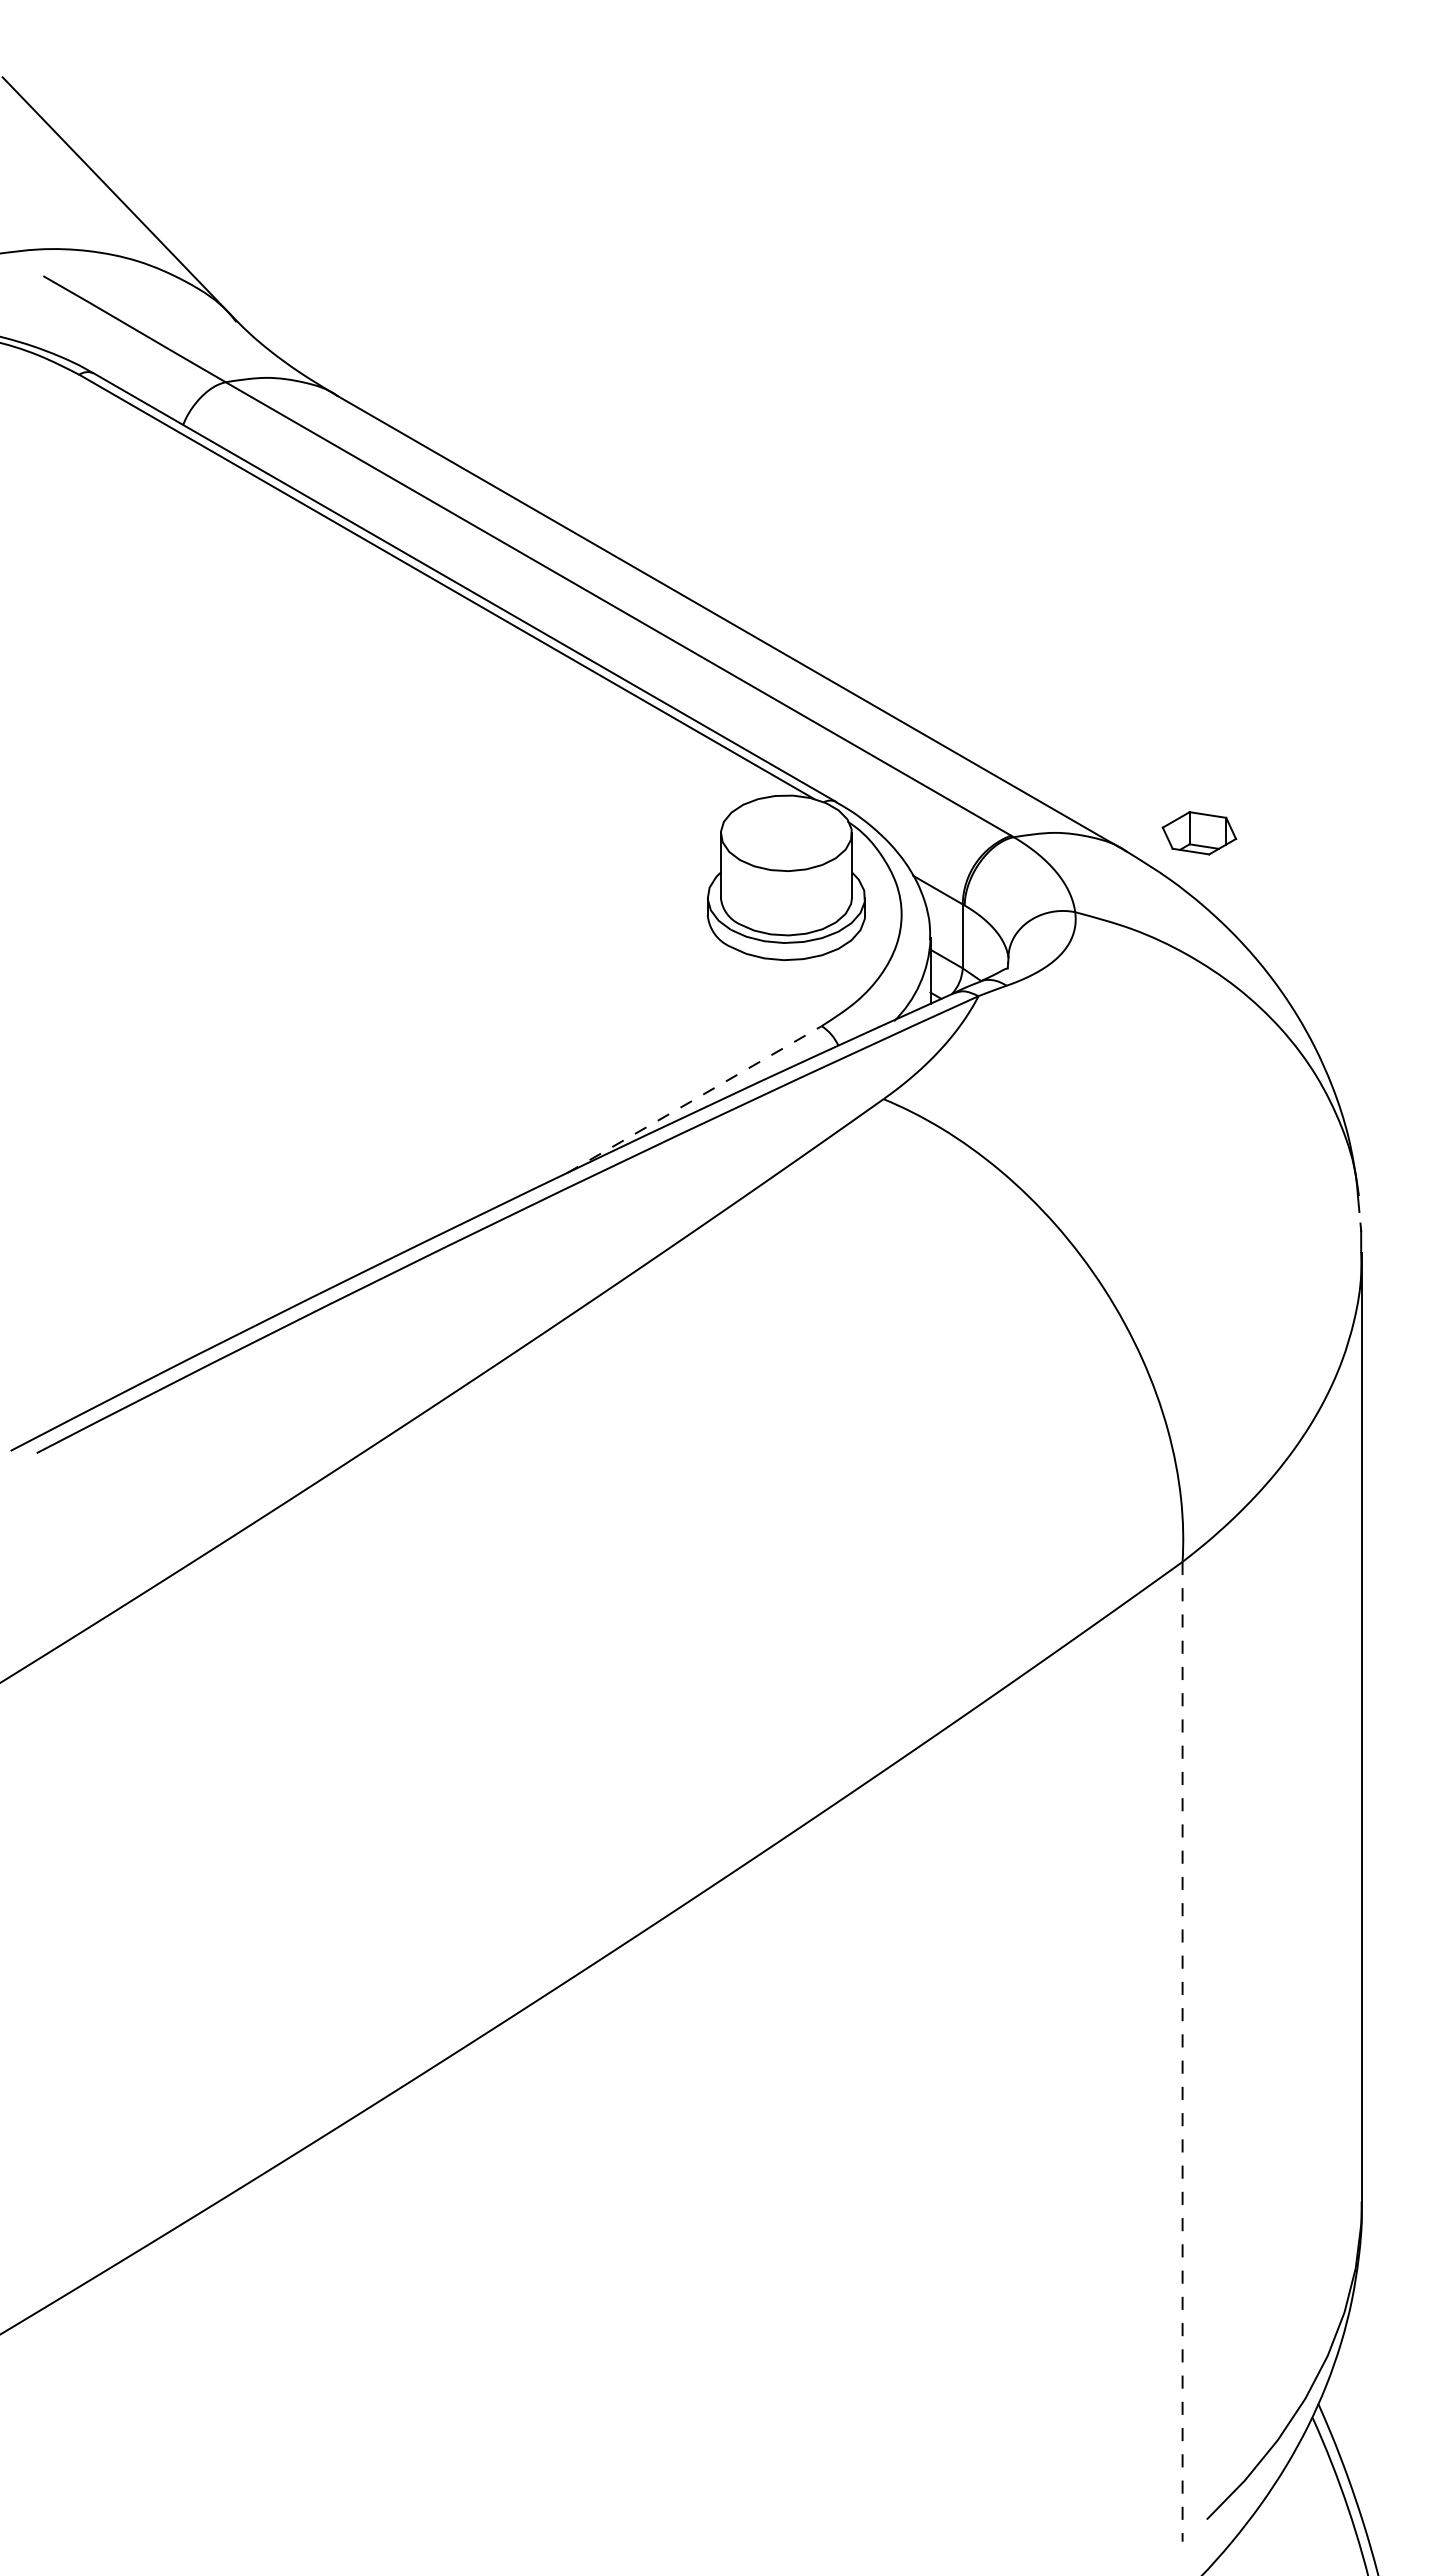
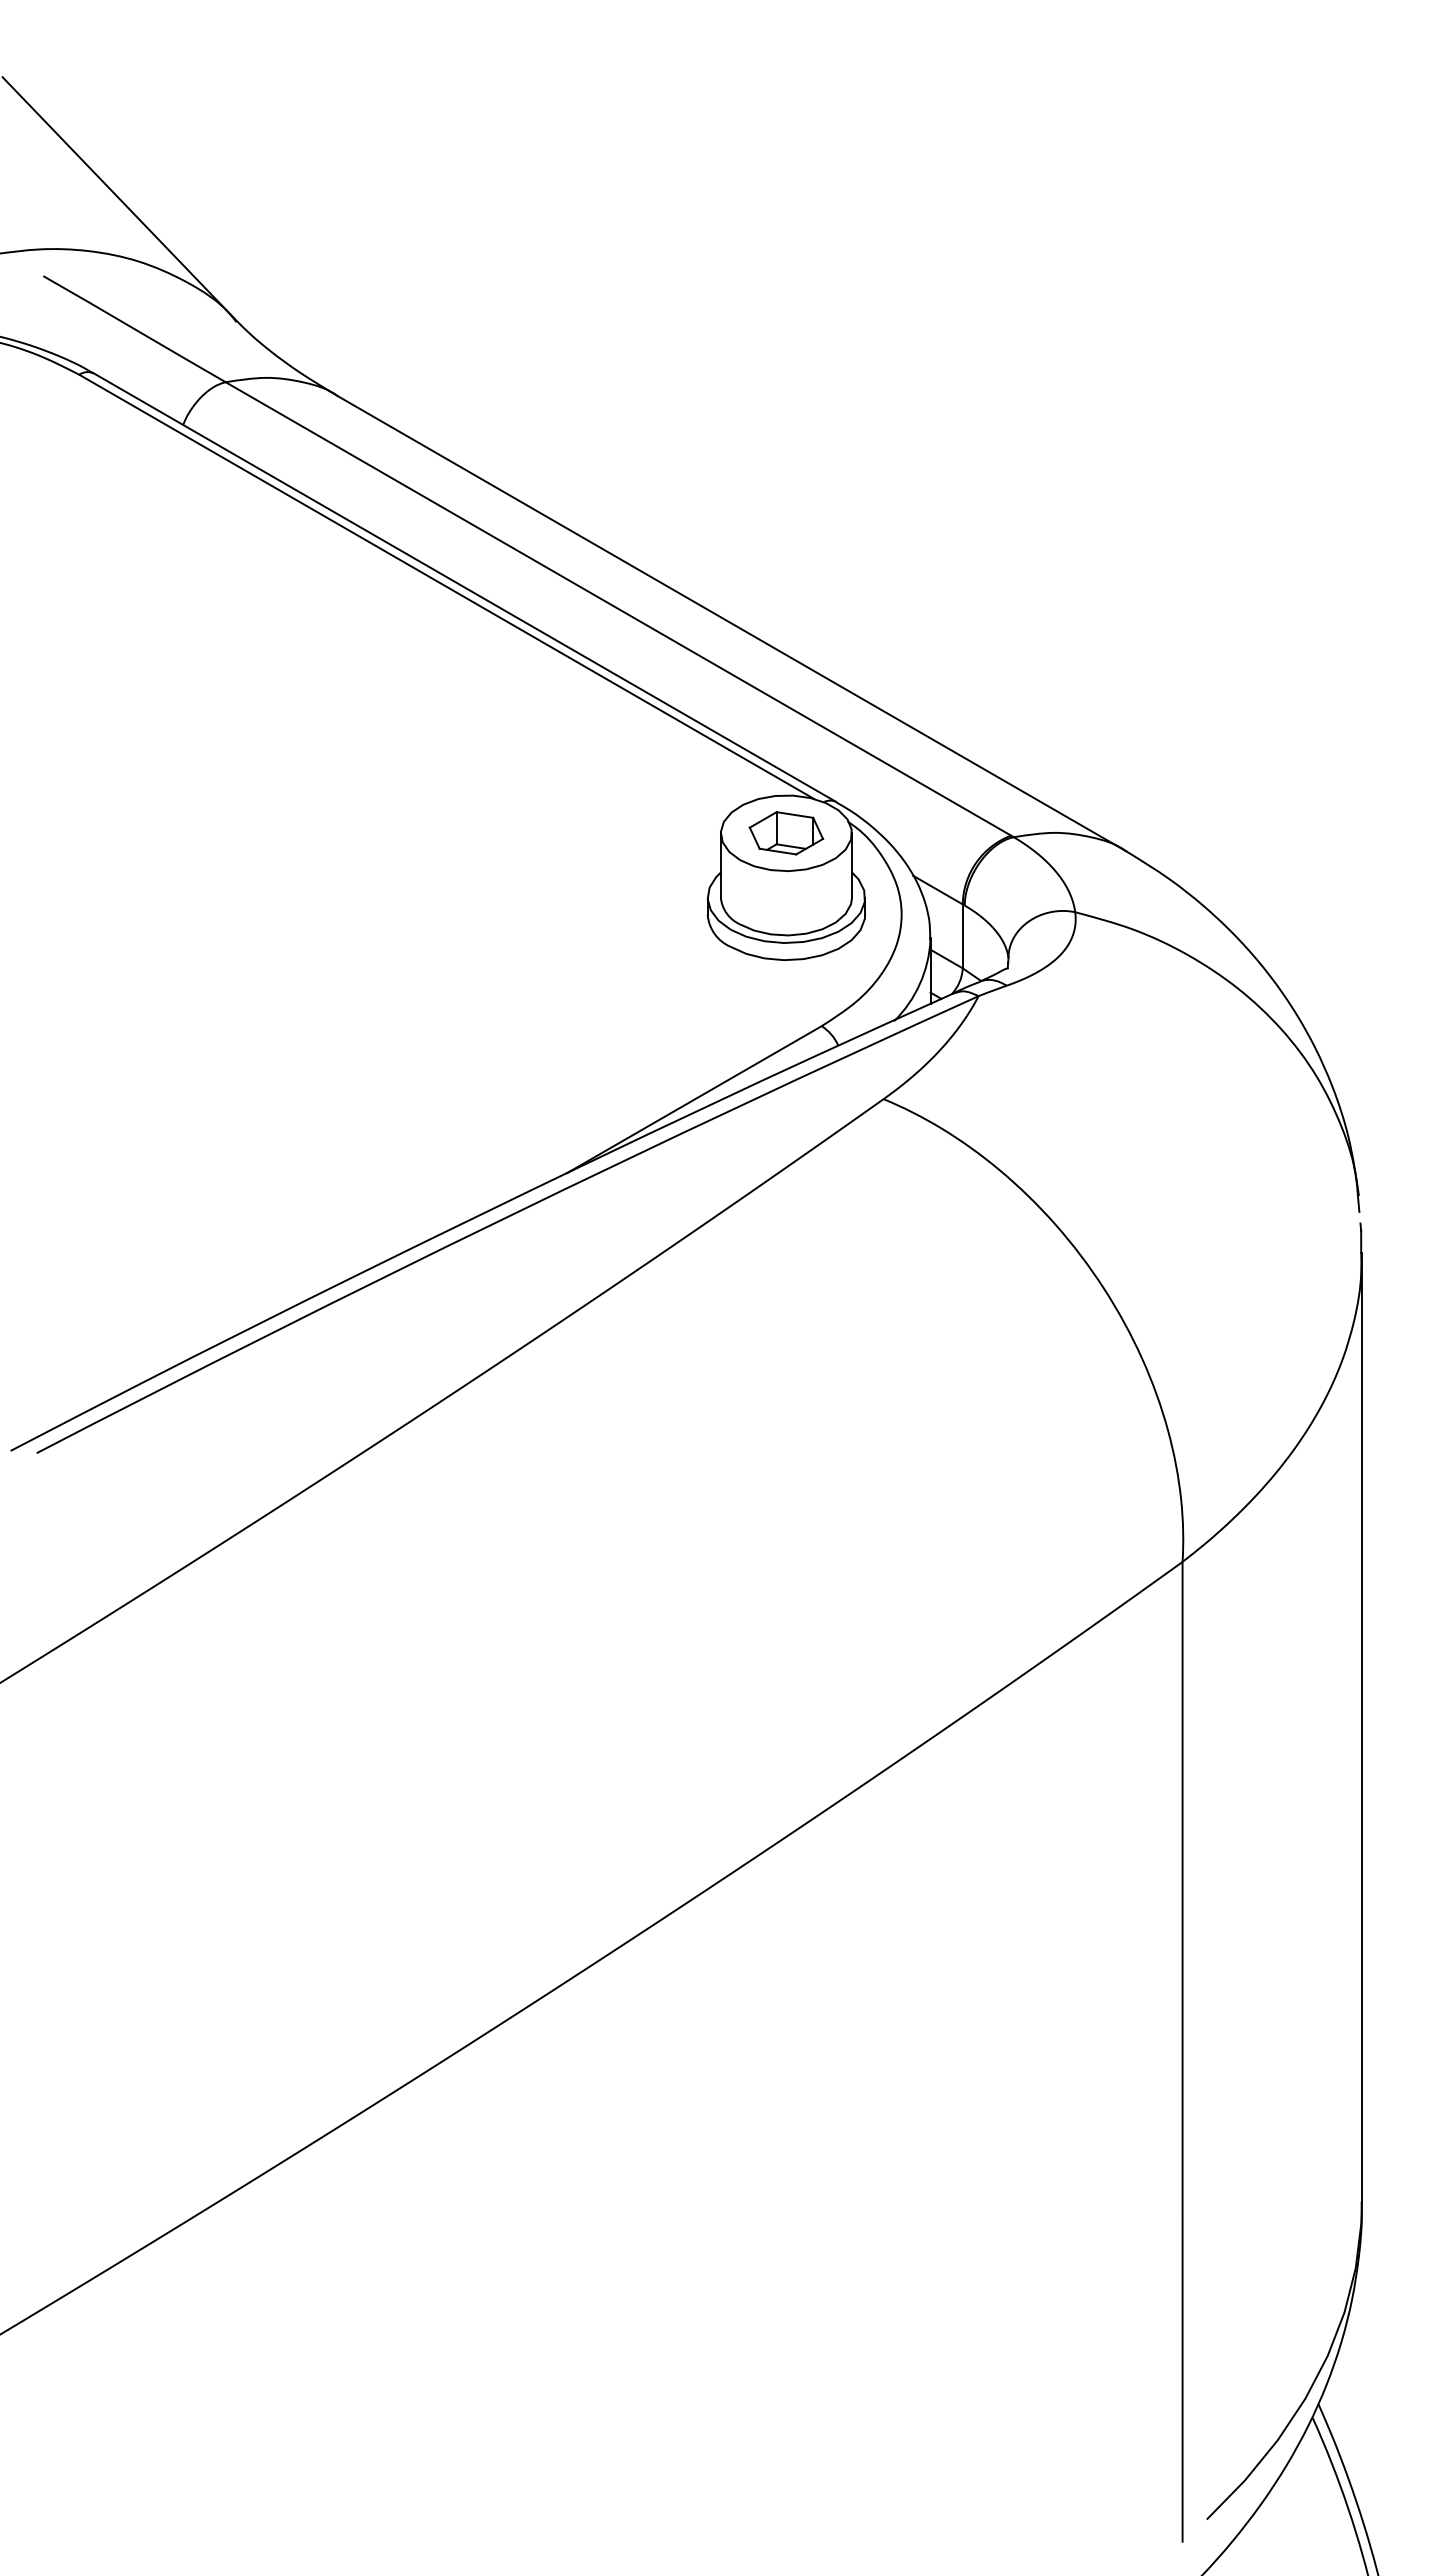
part at (1199, 833) position: (1199, 833) -> (786, 833)
line at (694, 1099): dashed -> solid
line at (1182, 2051): dashed -> solid
